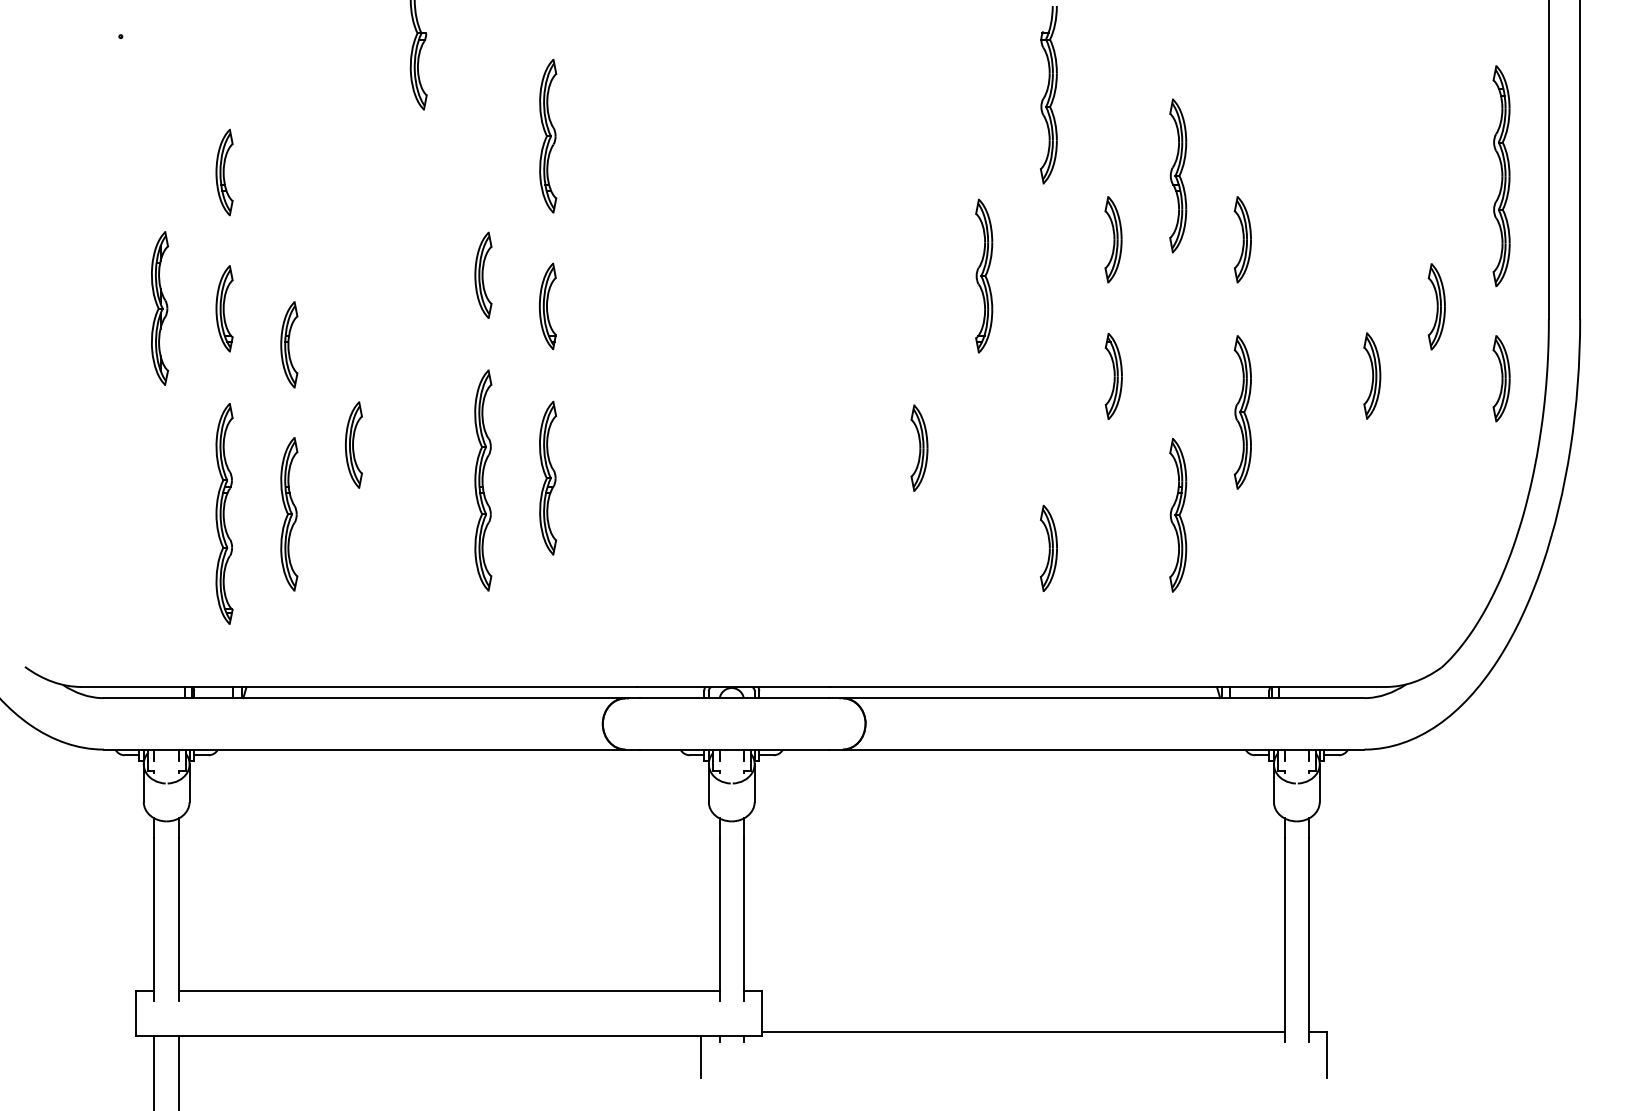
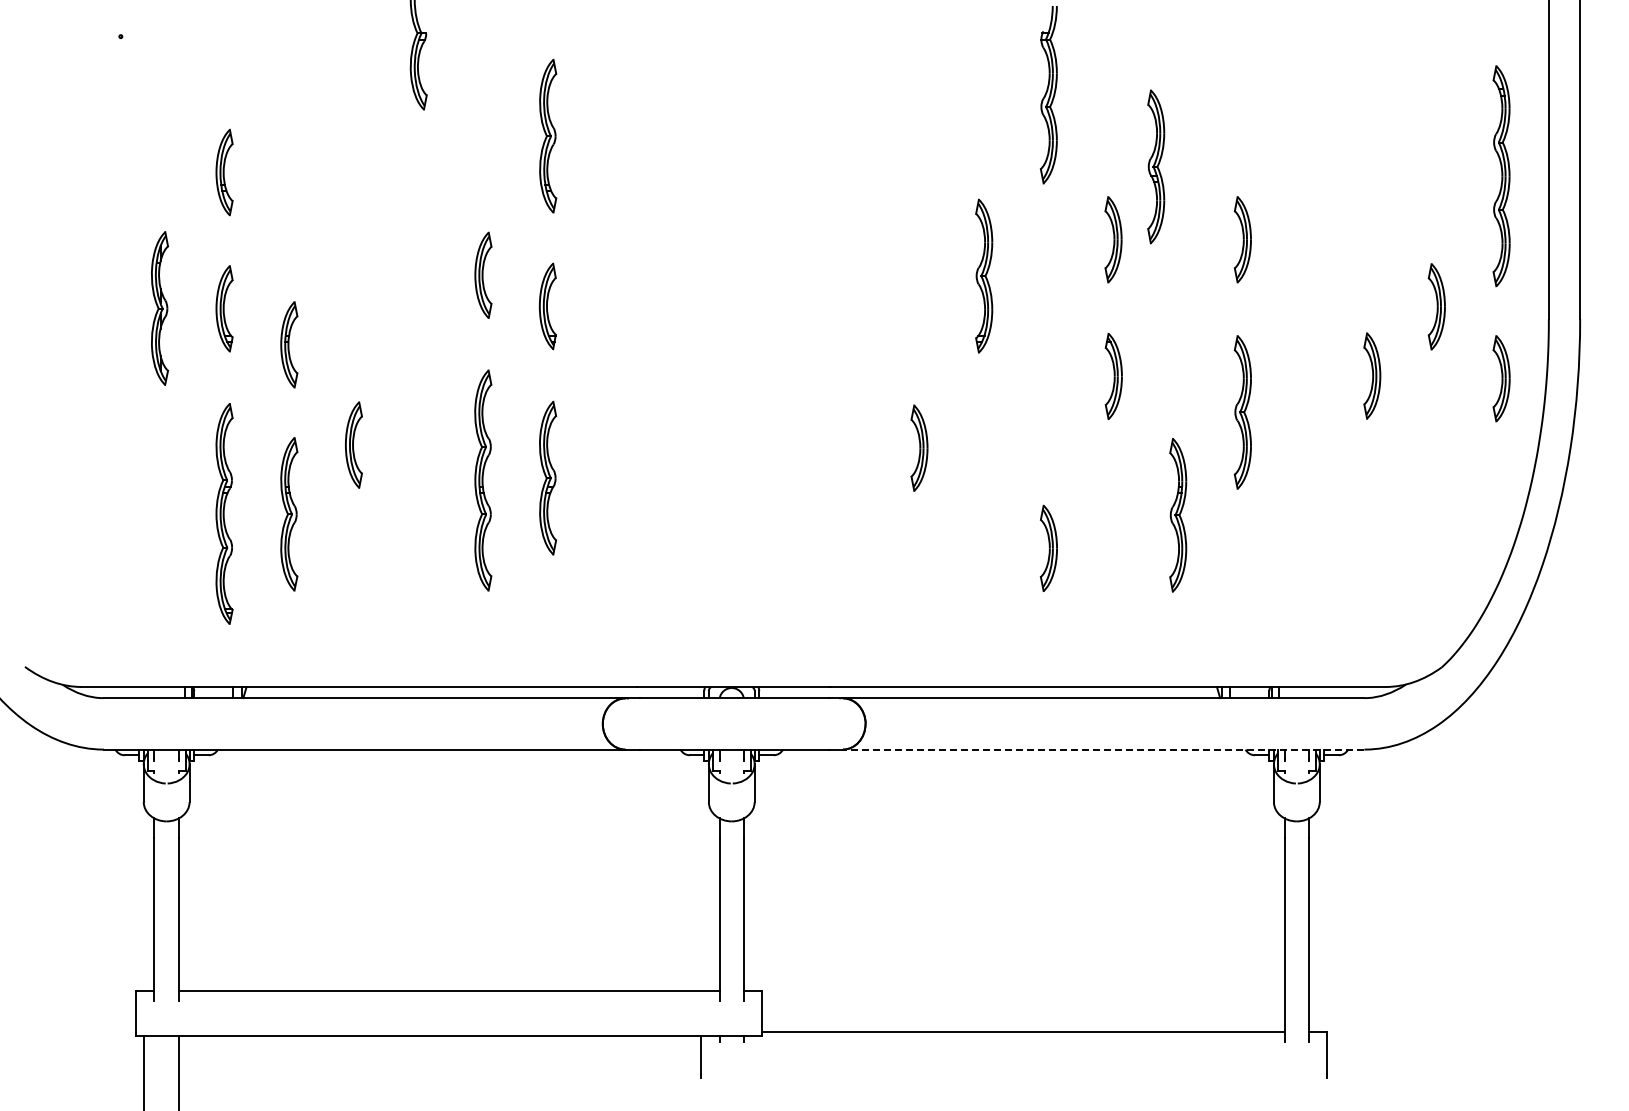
part at (1178, 175) position: (1178, 175) -> (1156, 166)
line at (1103, 749): solid -> dashed
line at (154, 1071) position: (154, 1071) -> (144, 1071)
